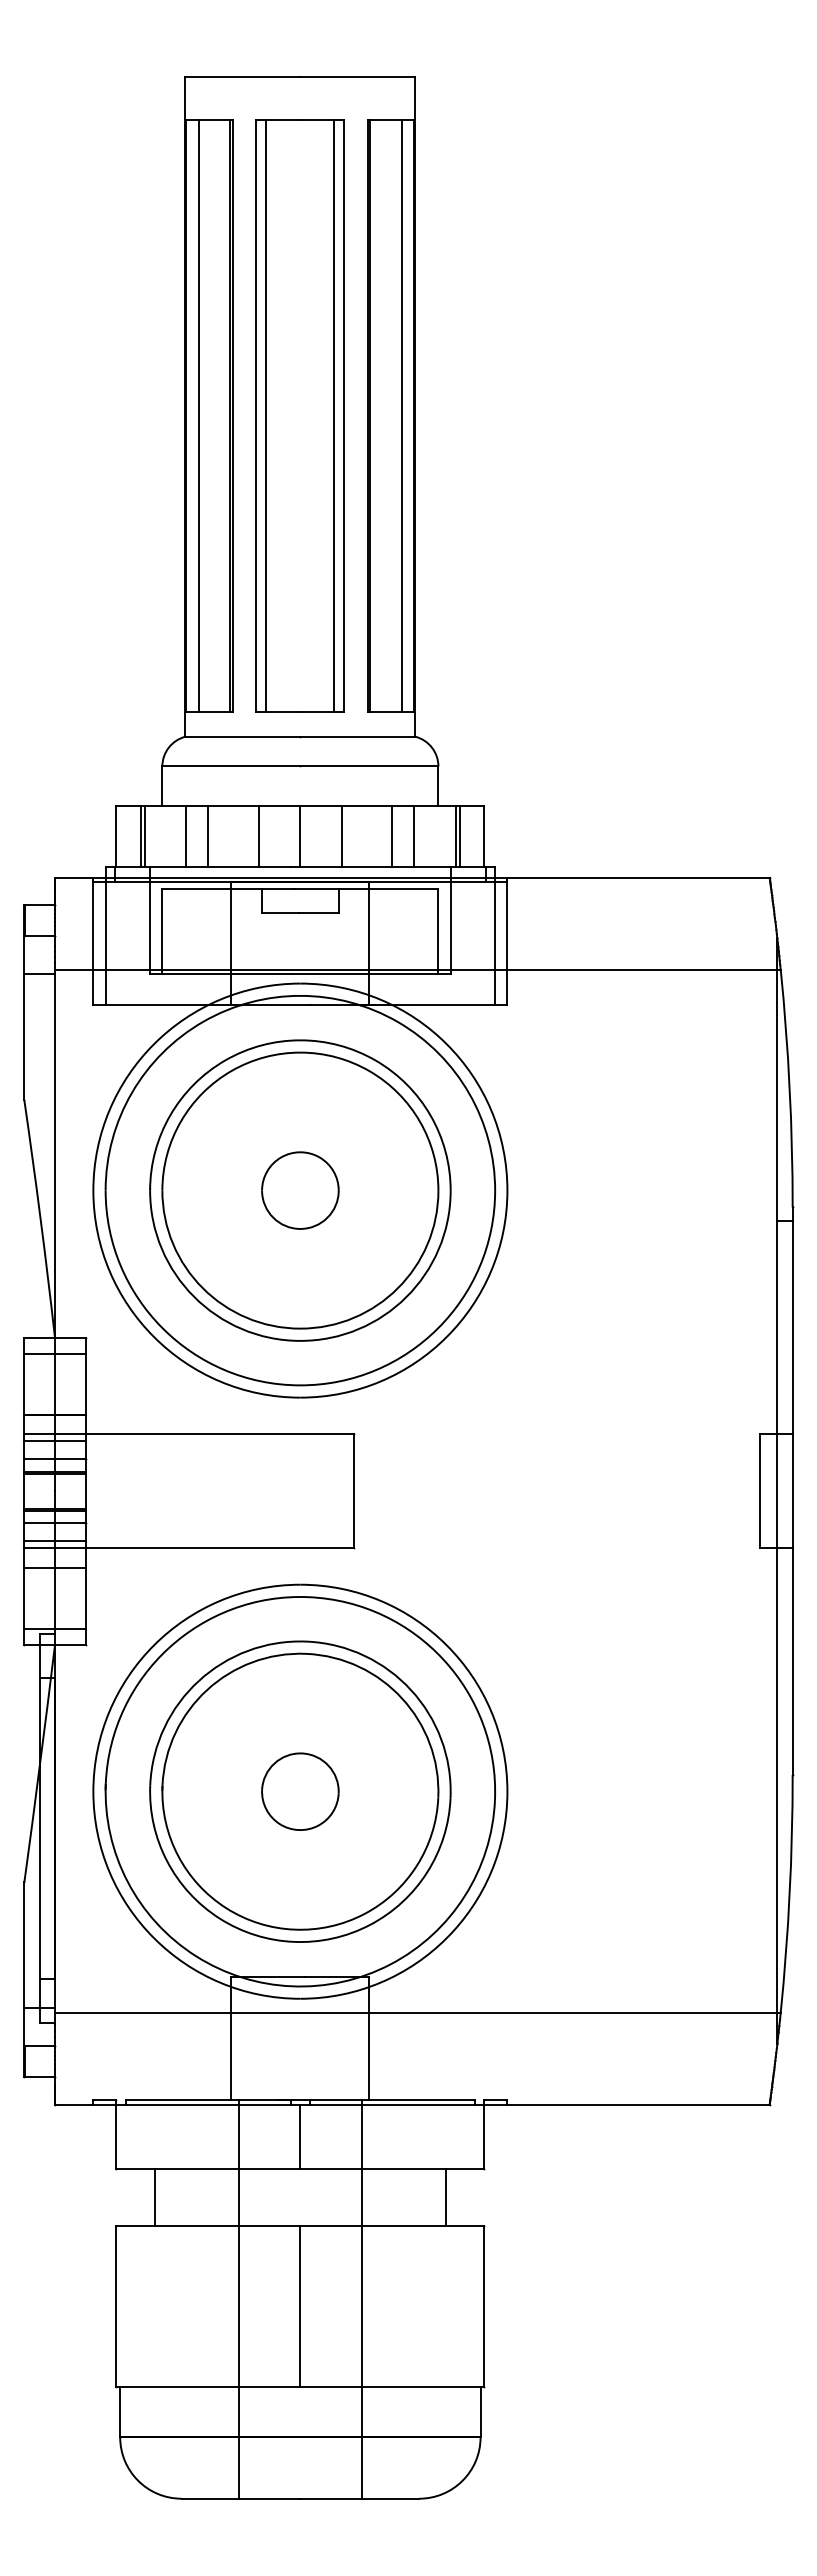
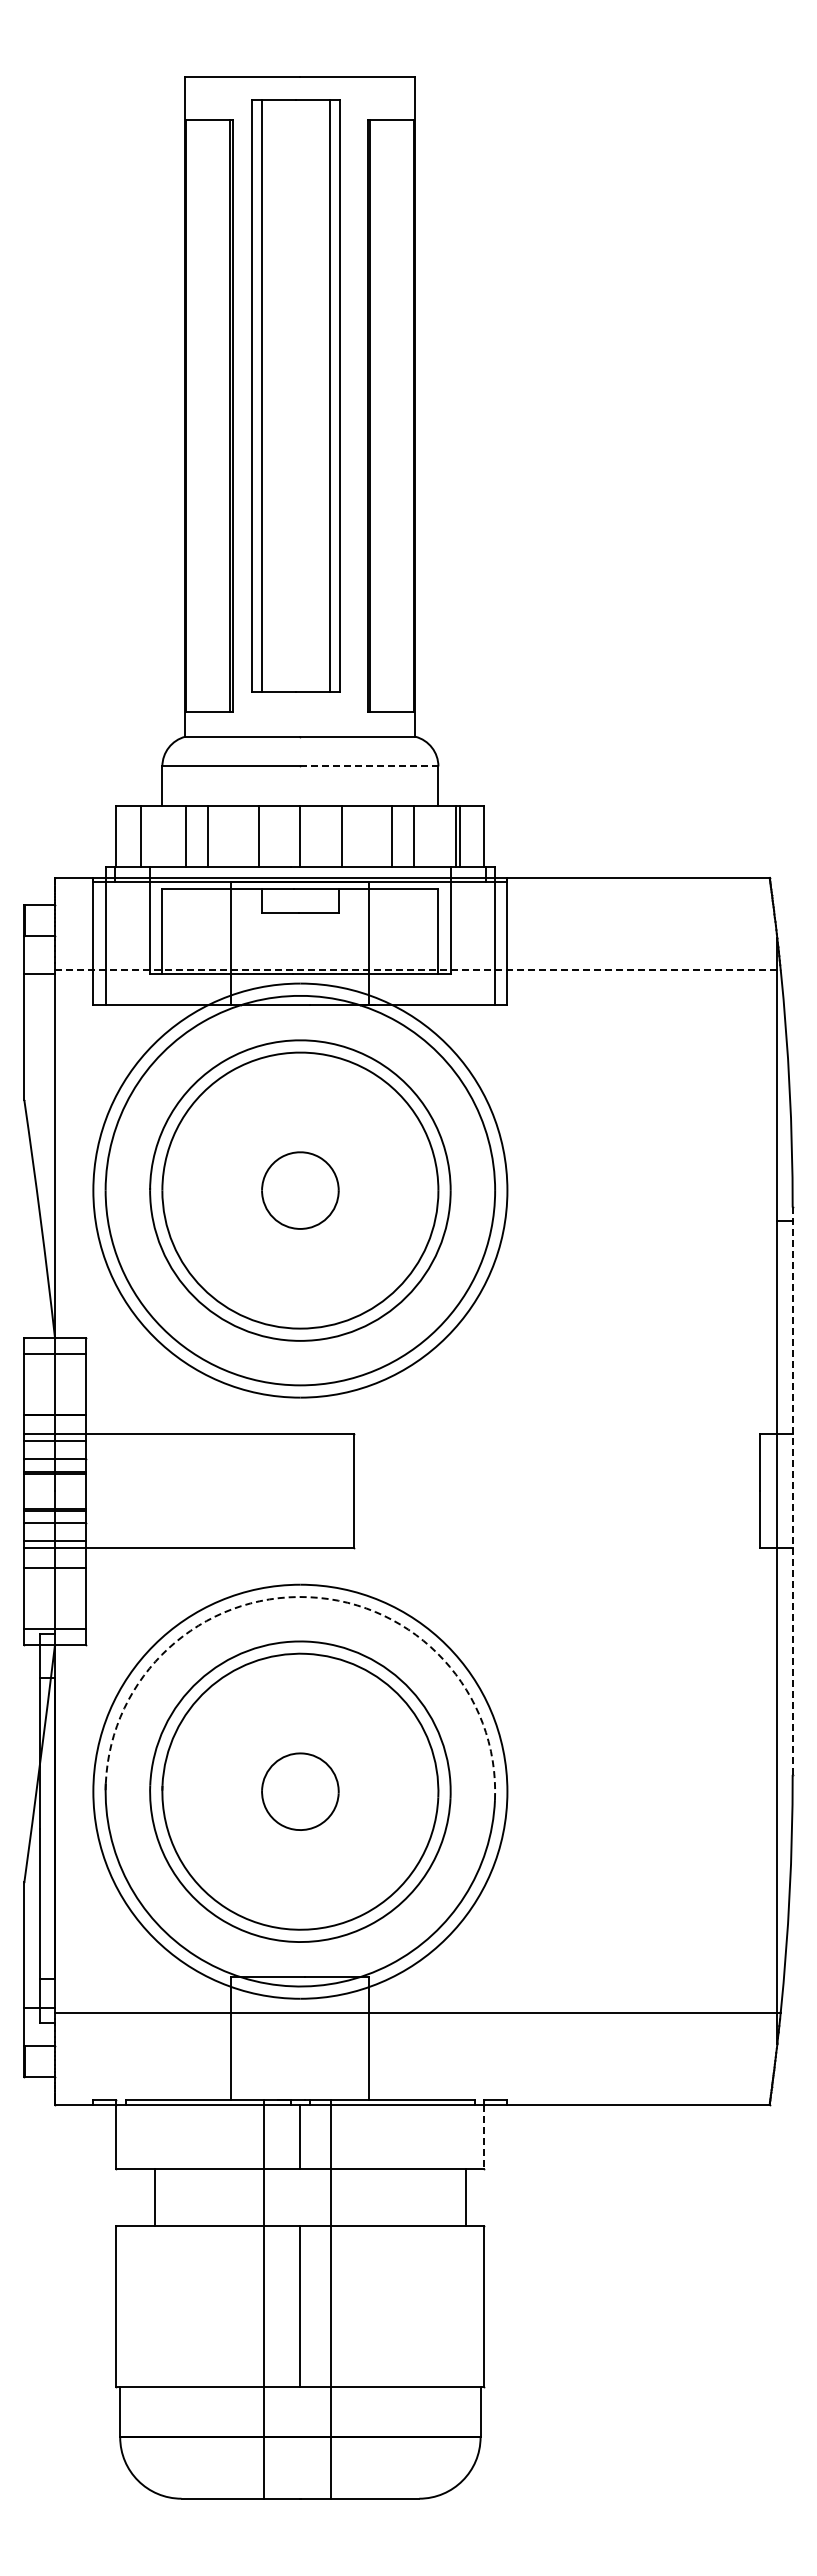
part at (299, 415) position: (299, 415) -> (295, 395)
line at (198, 416): present -> none
line at (402, 416): present -> none
line at (369, 766): solid -> dashed
line at (144, 836): present -> none
line at (417, 969): solid -> dashed
line at (792, 1491): solid -> dashed
arc at (308, 1597): solid -> dashed
line at (484, 2137): solid -> dashed
line at (446, 2197) position: (446, 2197) -> (466, 2197)
line at (239, 2299) position: (239, 2299) -> (264, 2299)
line at (361, 2299) position: (361, 2299) -> (330, 2299)
